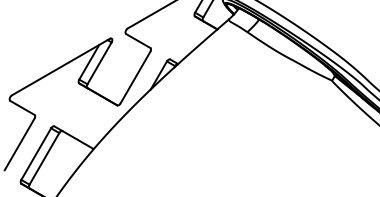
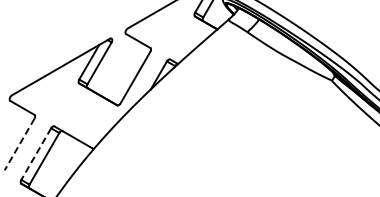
line at (19, 144): solid -> dashed
line at (36, 154): solid -> dashed
